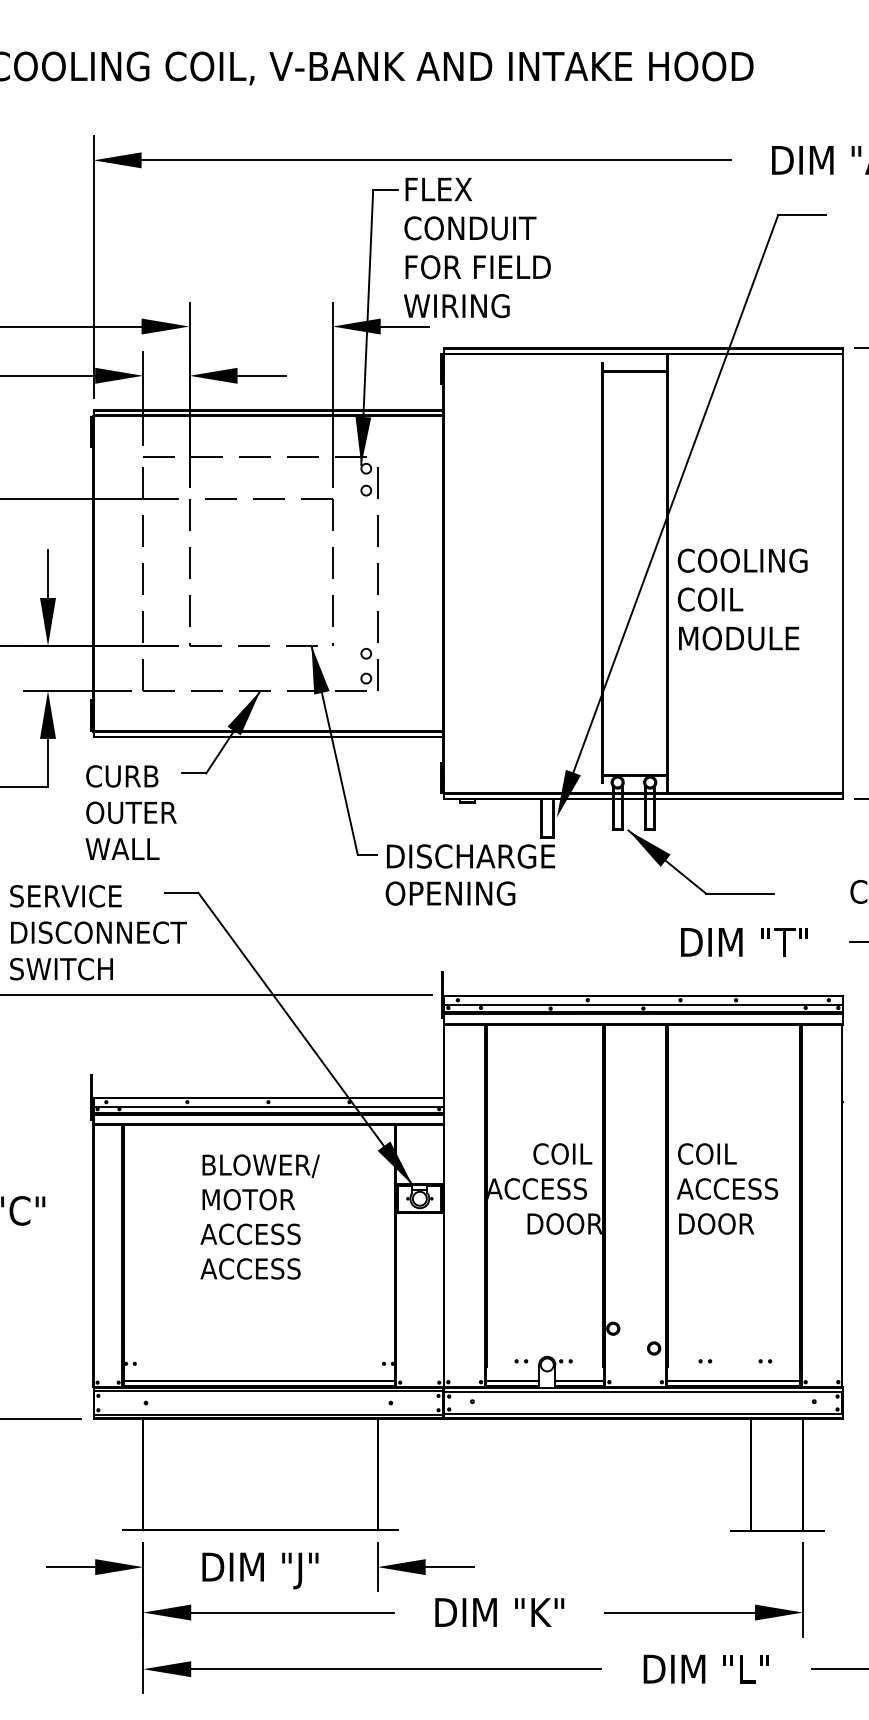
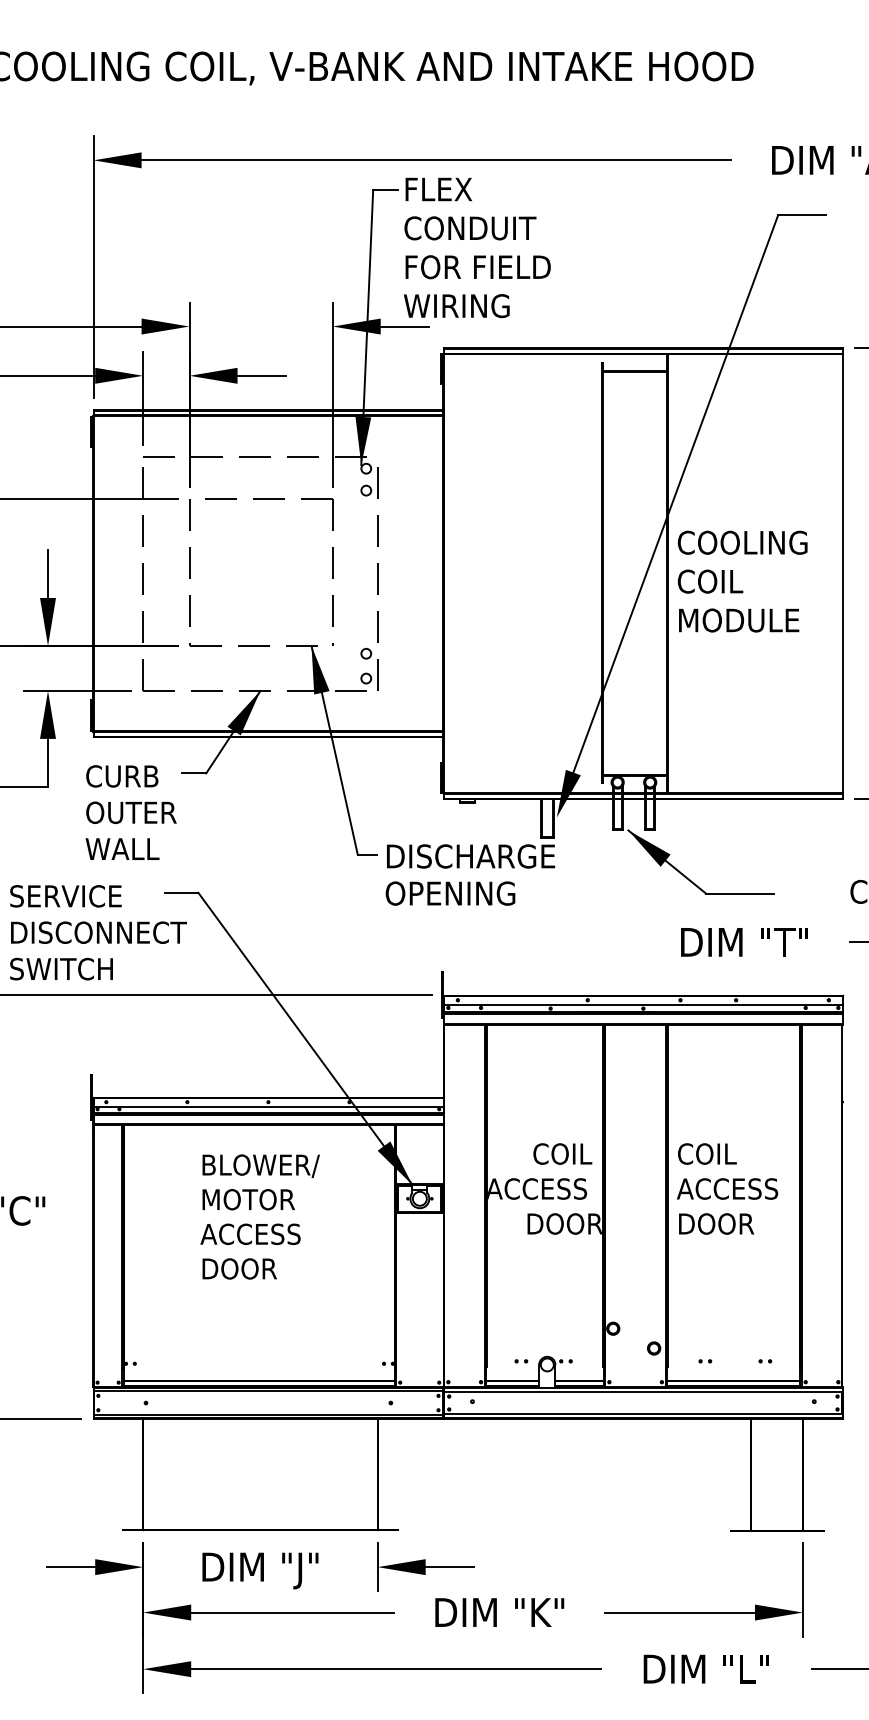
text at (742, 599) position: (742, 599) -> (742, 581)
text at (250, 1268): ACCESS -> DOOR
